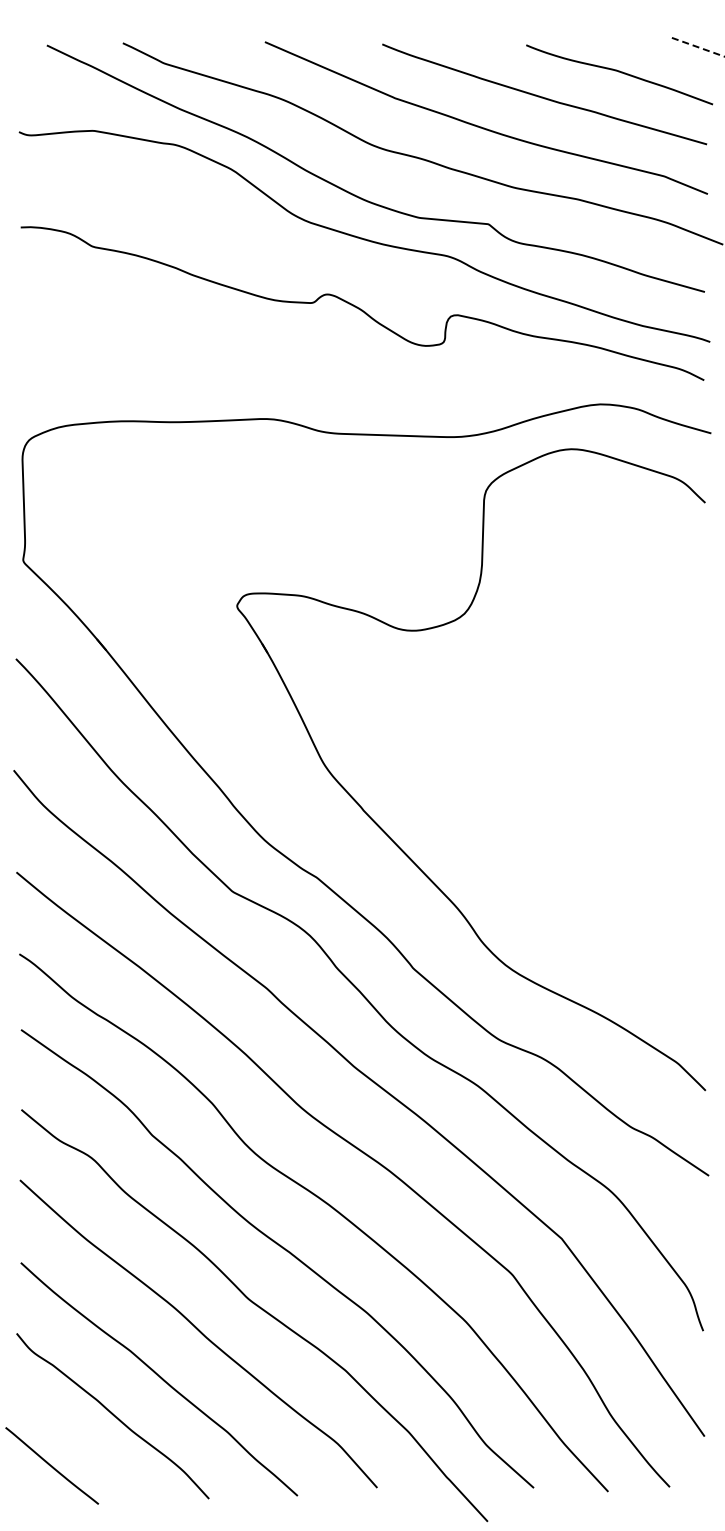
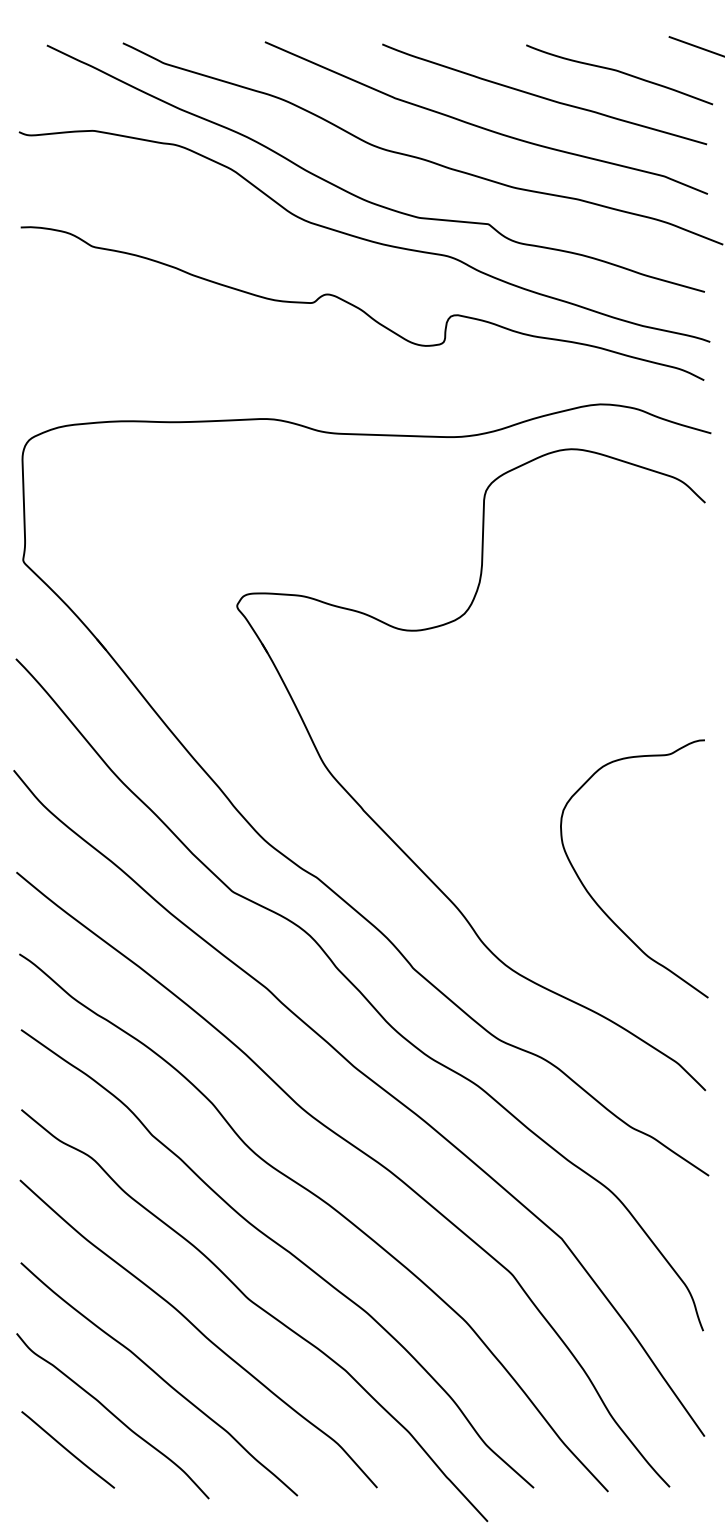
line at (696, 46): dashed -> solid
curve at (596, 901): none -> present
curve at (52, 1465) position: (52, 1465) -> (68, 1449)
